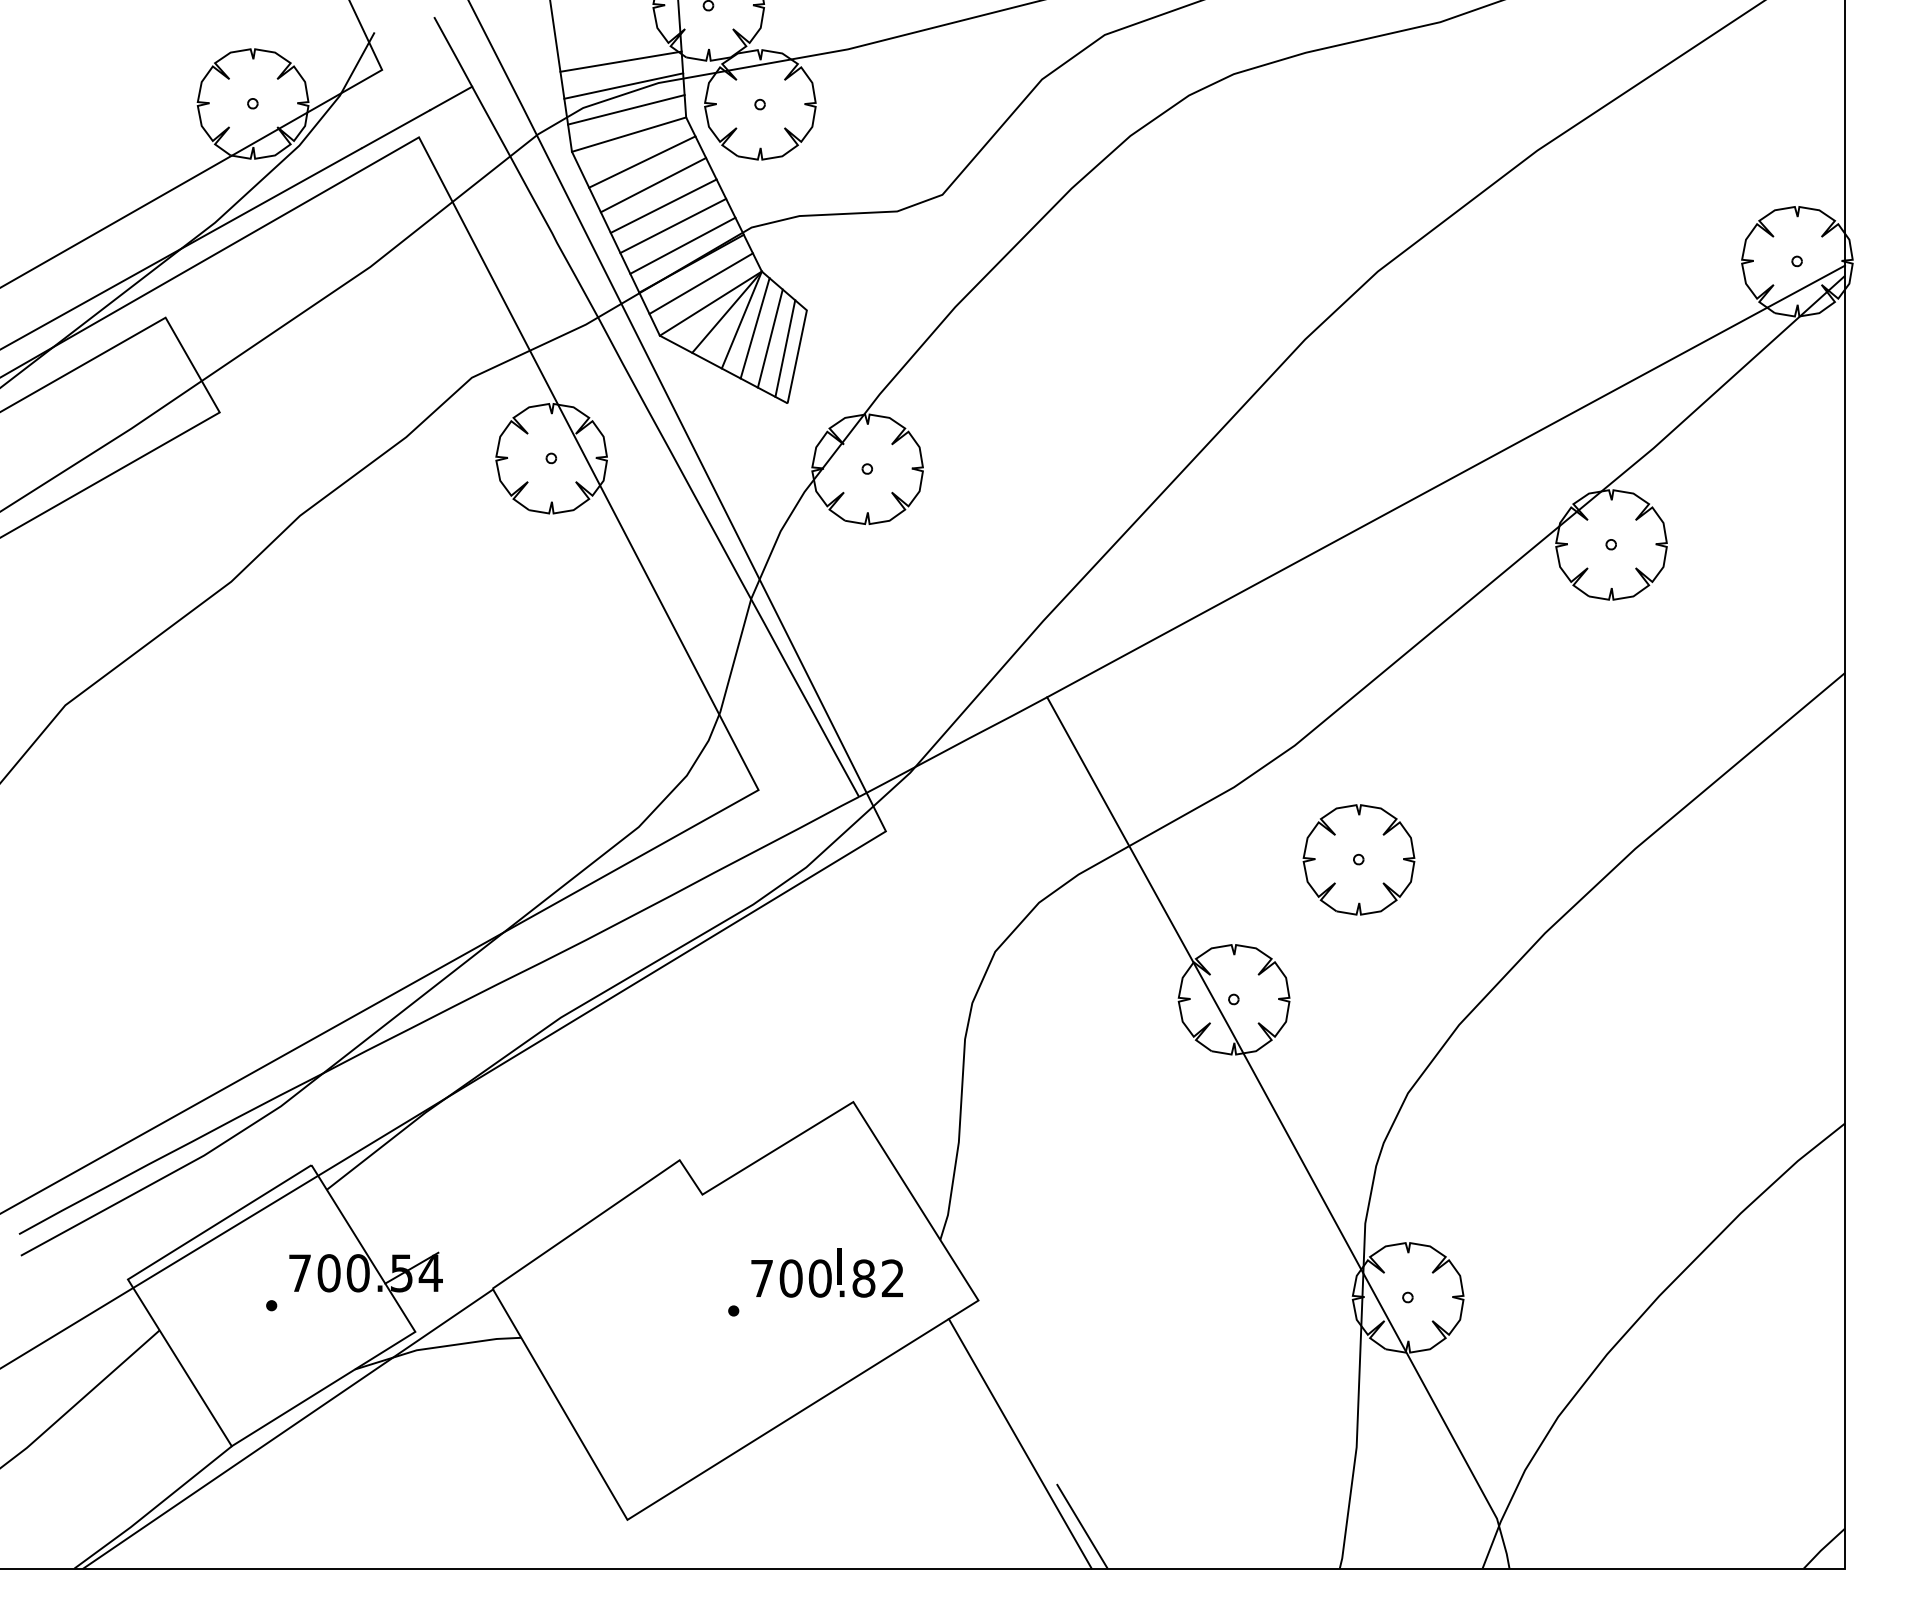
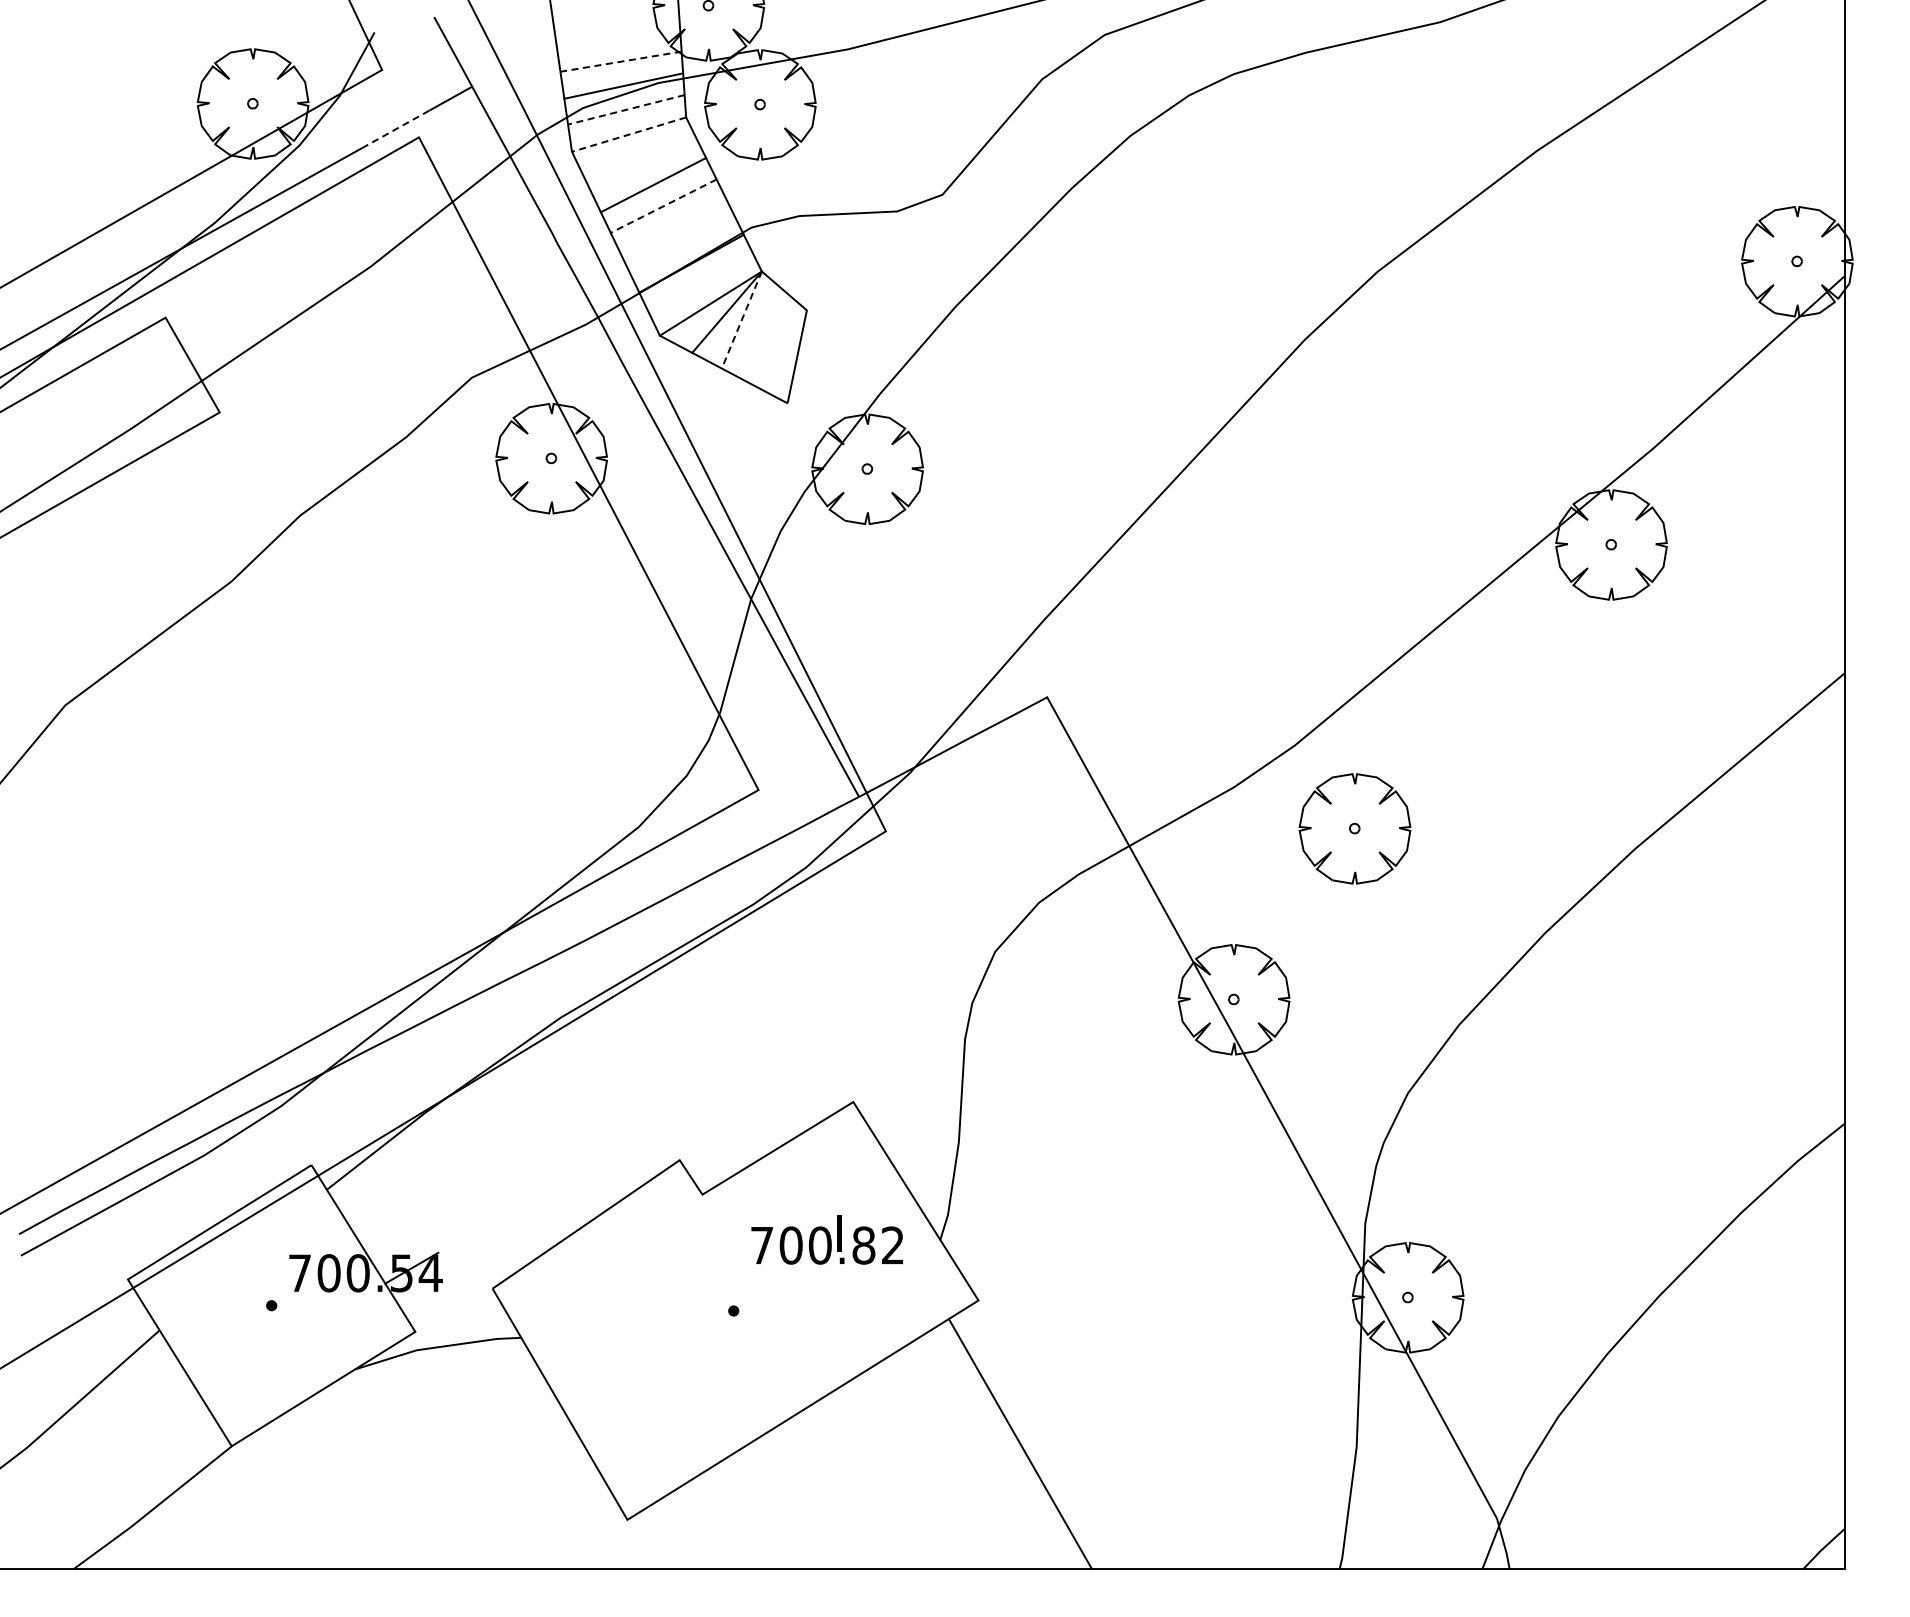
line at (620, 61): solid -> dashed
line at (625, 109): solid -> dashed
line at (396, 129): solid -> dashed
line at (629, 134): solid -> dashed
line at (642, 161): present -> none
line at (663, 206): solid -> dashed
line at (673, 225): present -> none
line at (682, 245): present -> none
line at (700, 283): present -> none
line at (741, 320): solid -> dashed
line at (754, 328): present -> none
line at (769, 338): present -> none
line at (785, 348): present -> none
line at (1445, 481): present -> none
part at (1358, 859) position: (1358, 859) -> (1354, 828)
text at (826, 1272) position: (826, 1272) -> (826, 1239)
line at (288, 1428): present -> none
line at (1082, 1526): present -> none
